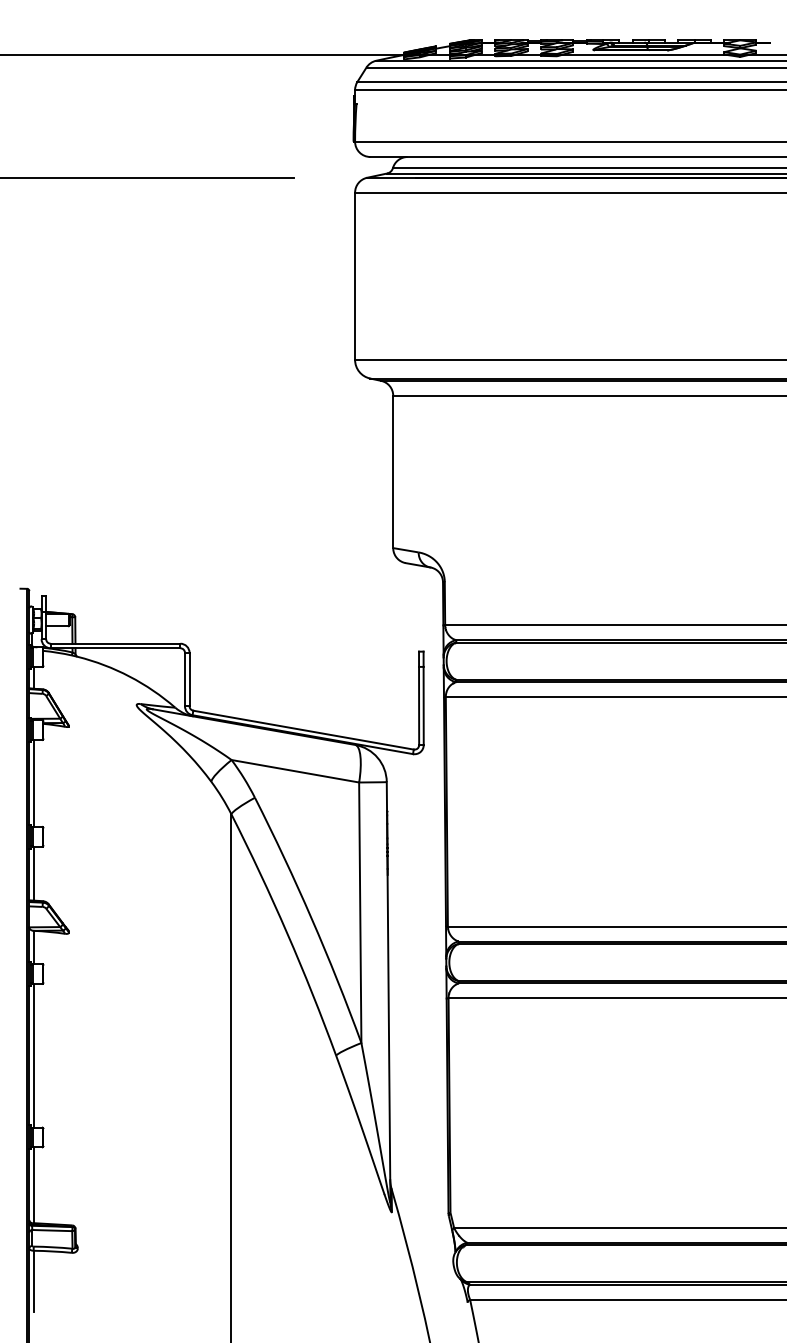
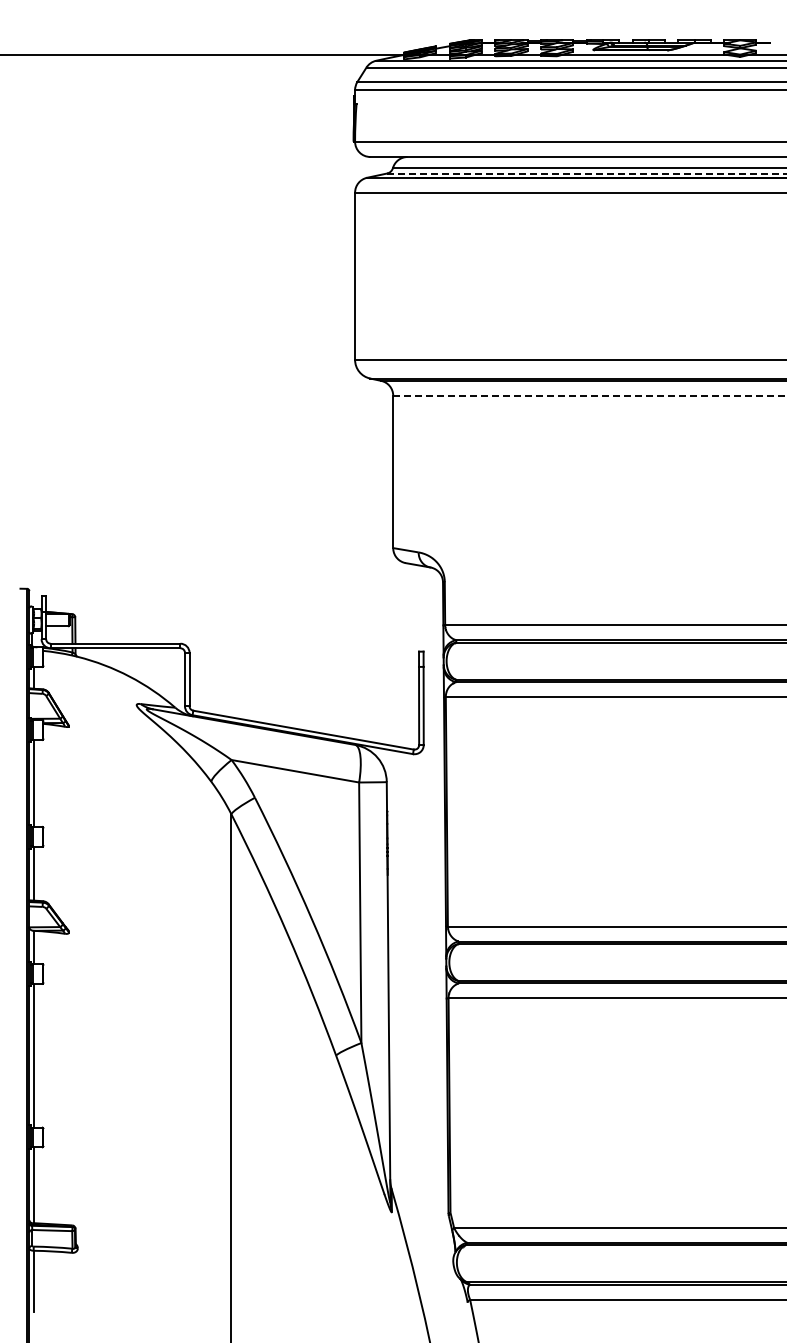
line at (587, 173): solid -> dashed
line at (148, 178): present -> none
line at (590, 395): solid -> dashed
